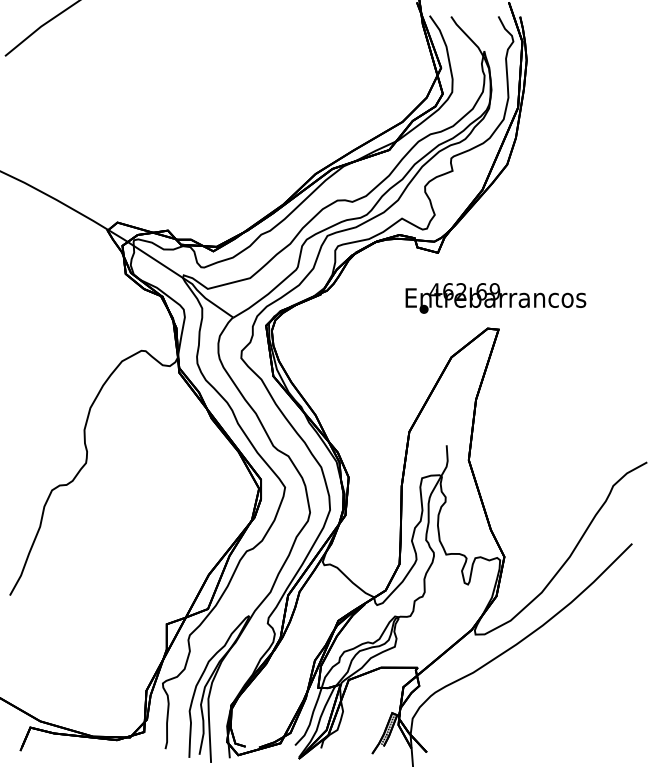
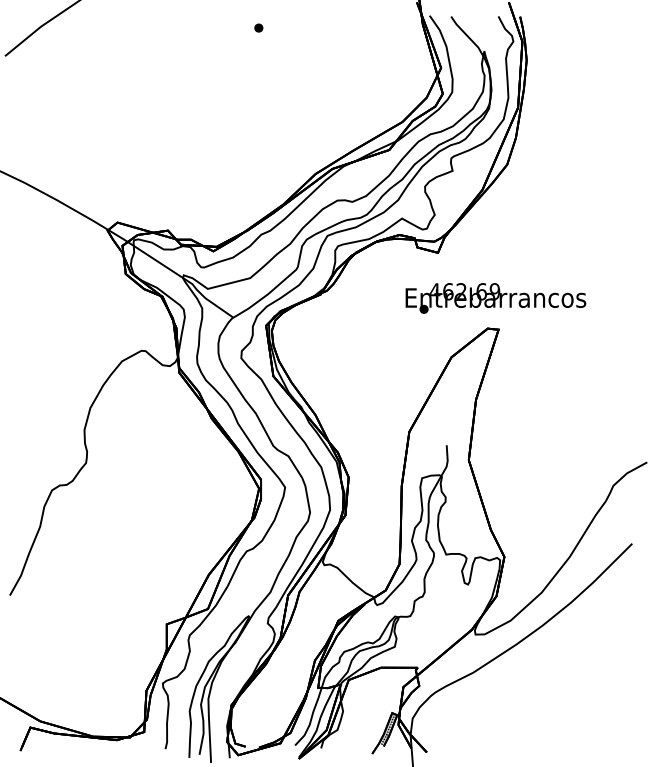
part at (258, 27): none -> present
